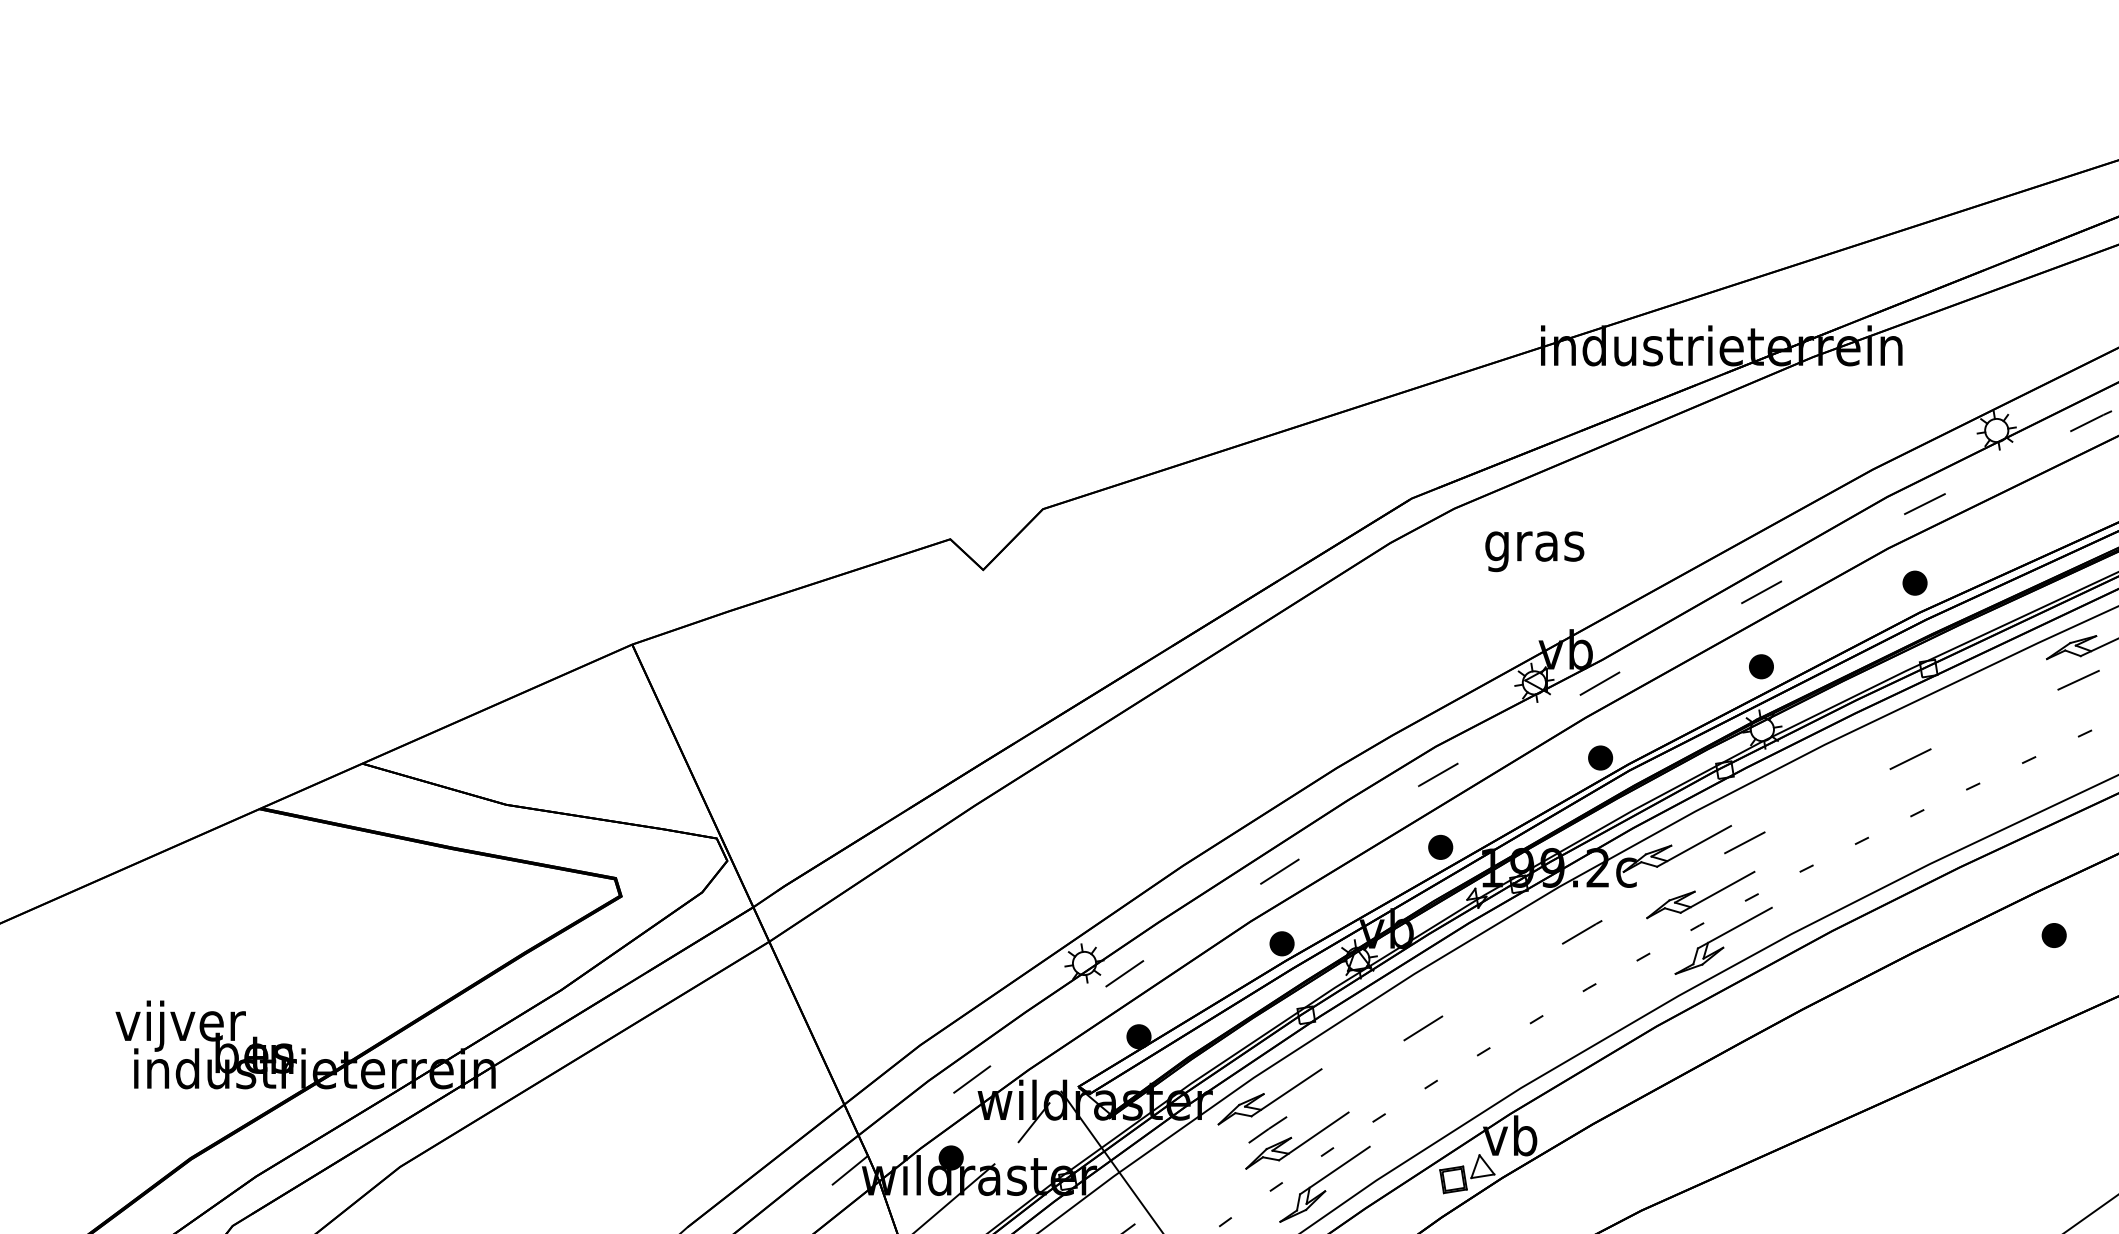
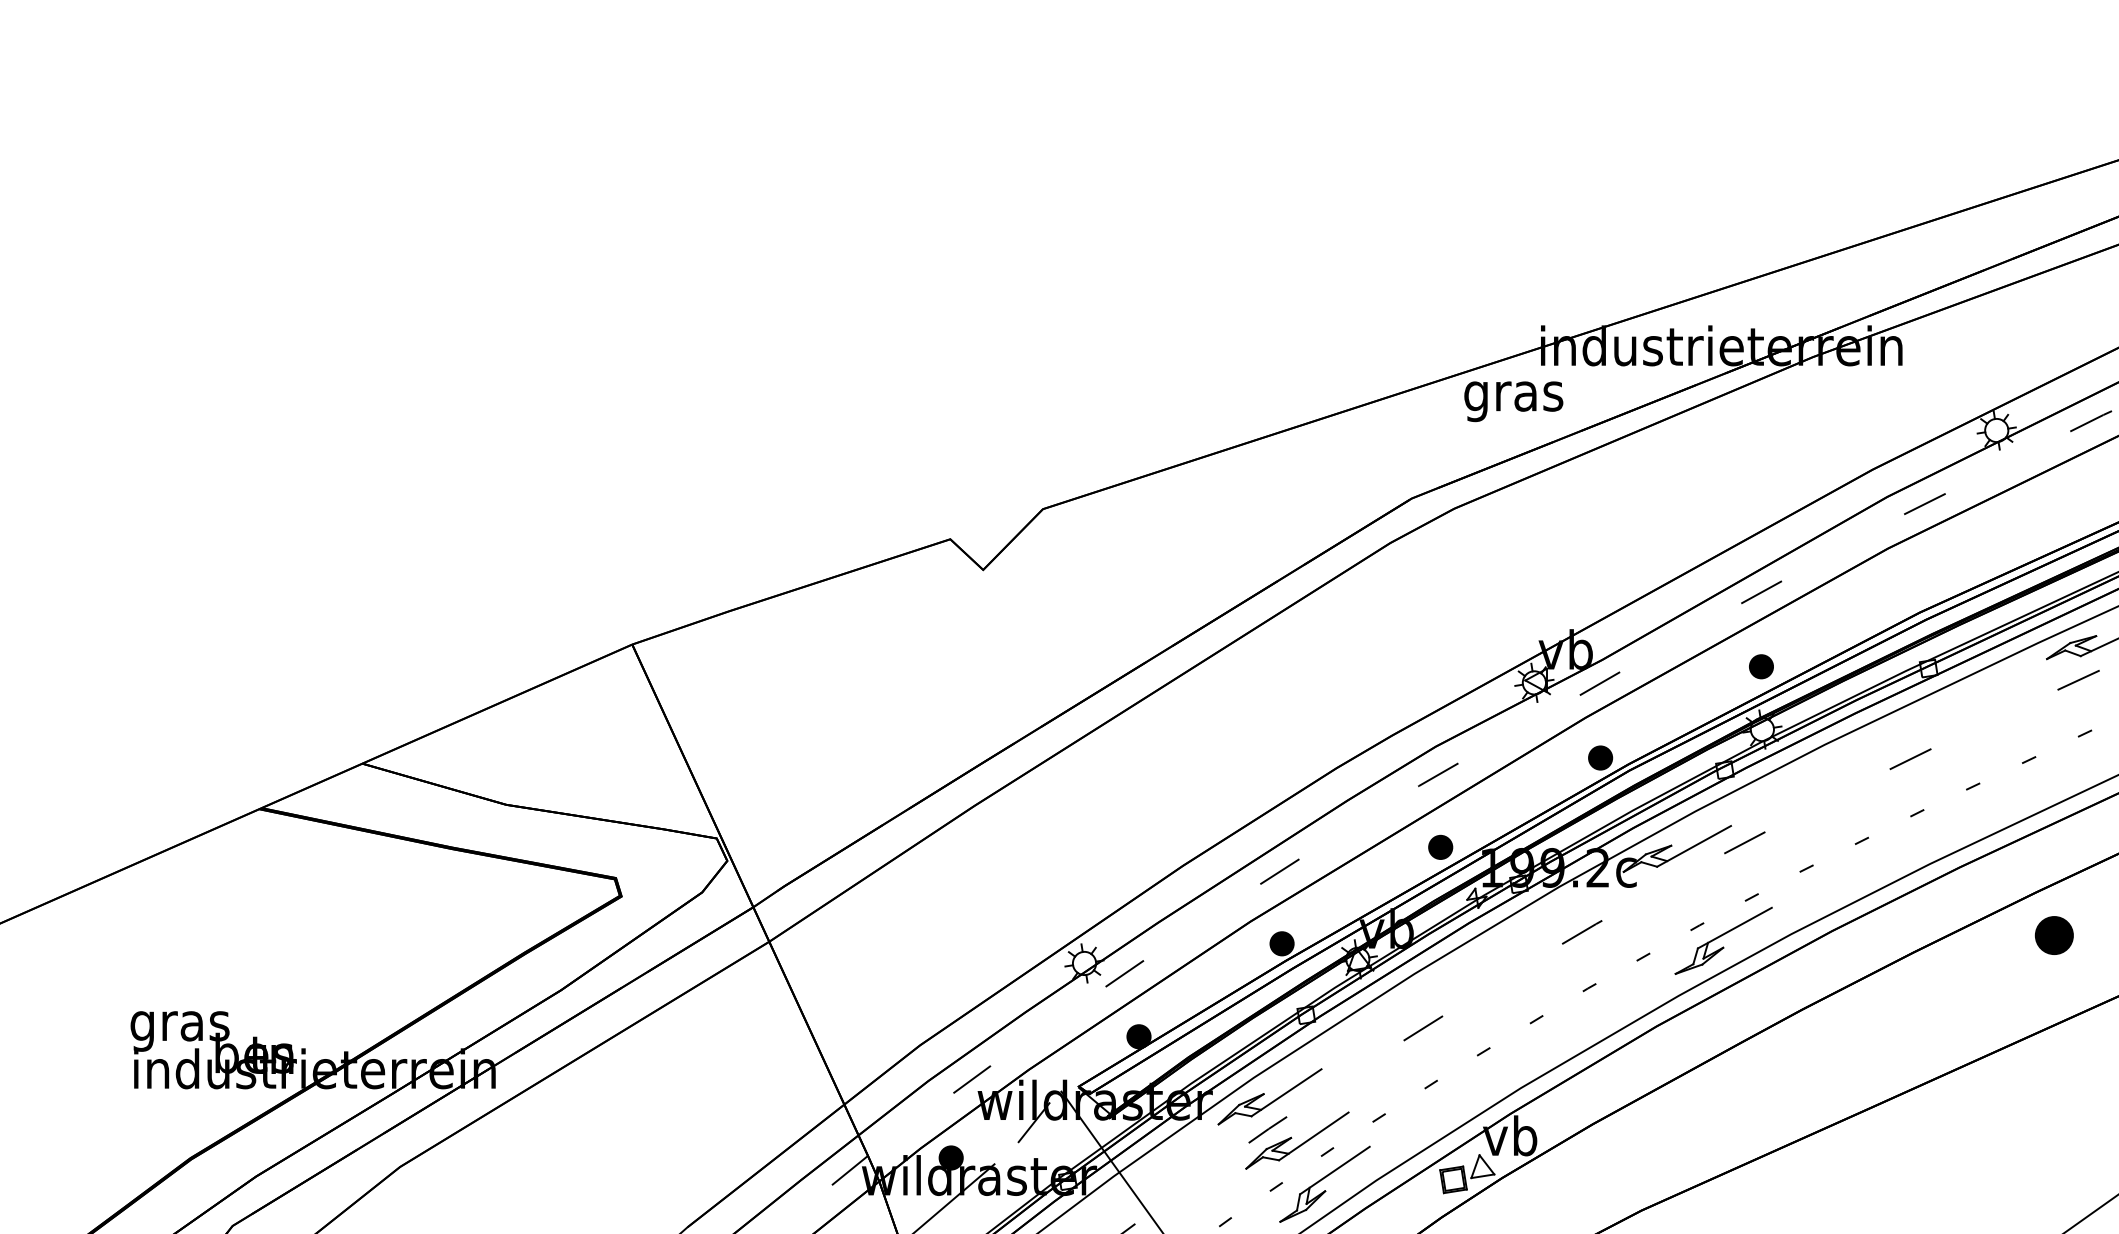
text at (1534, 551) position: (1534, 551) -> (1513, 401)
part at (1914, 582): present -> none
part at (1700, 894): present -> none
part at (2053, 935) size: 26x25 px -> 40x39 px
text at (180, 1025): vijver -> gras
